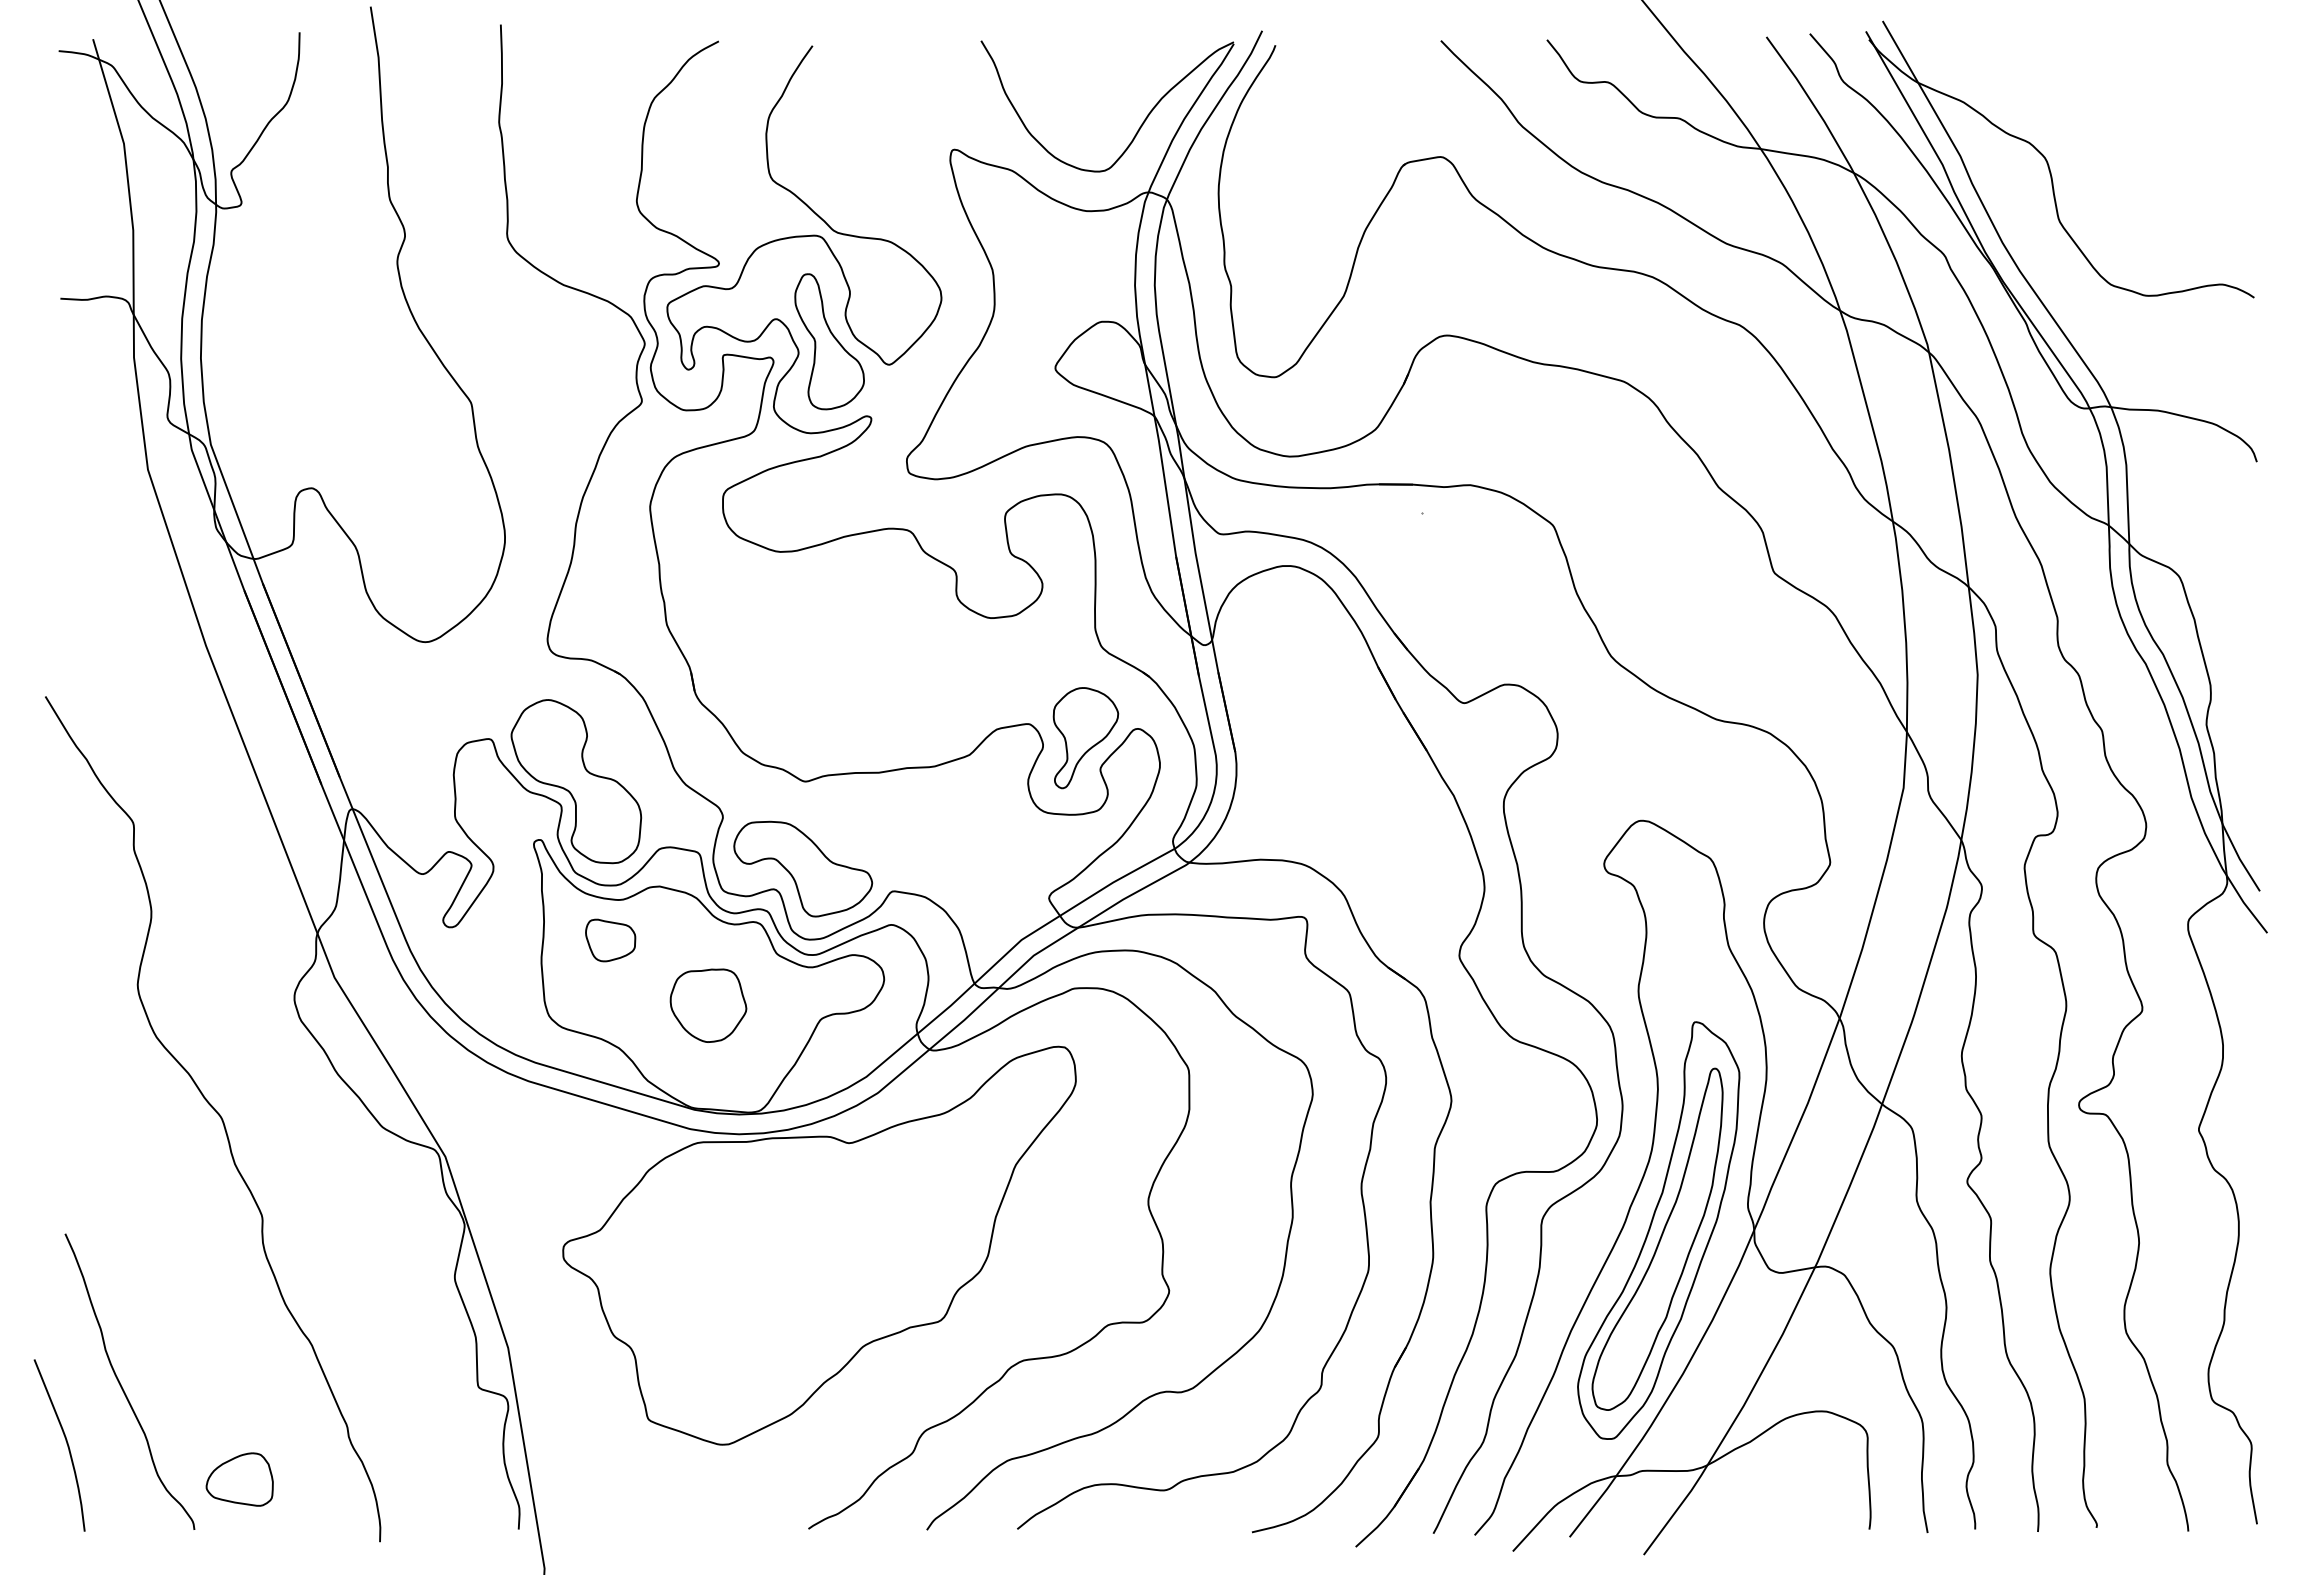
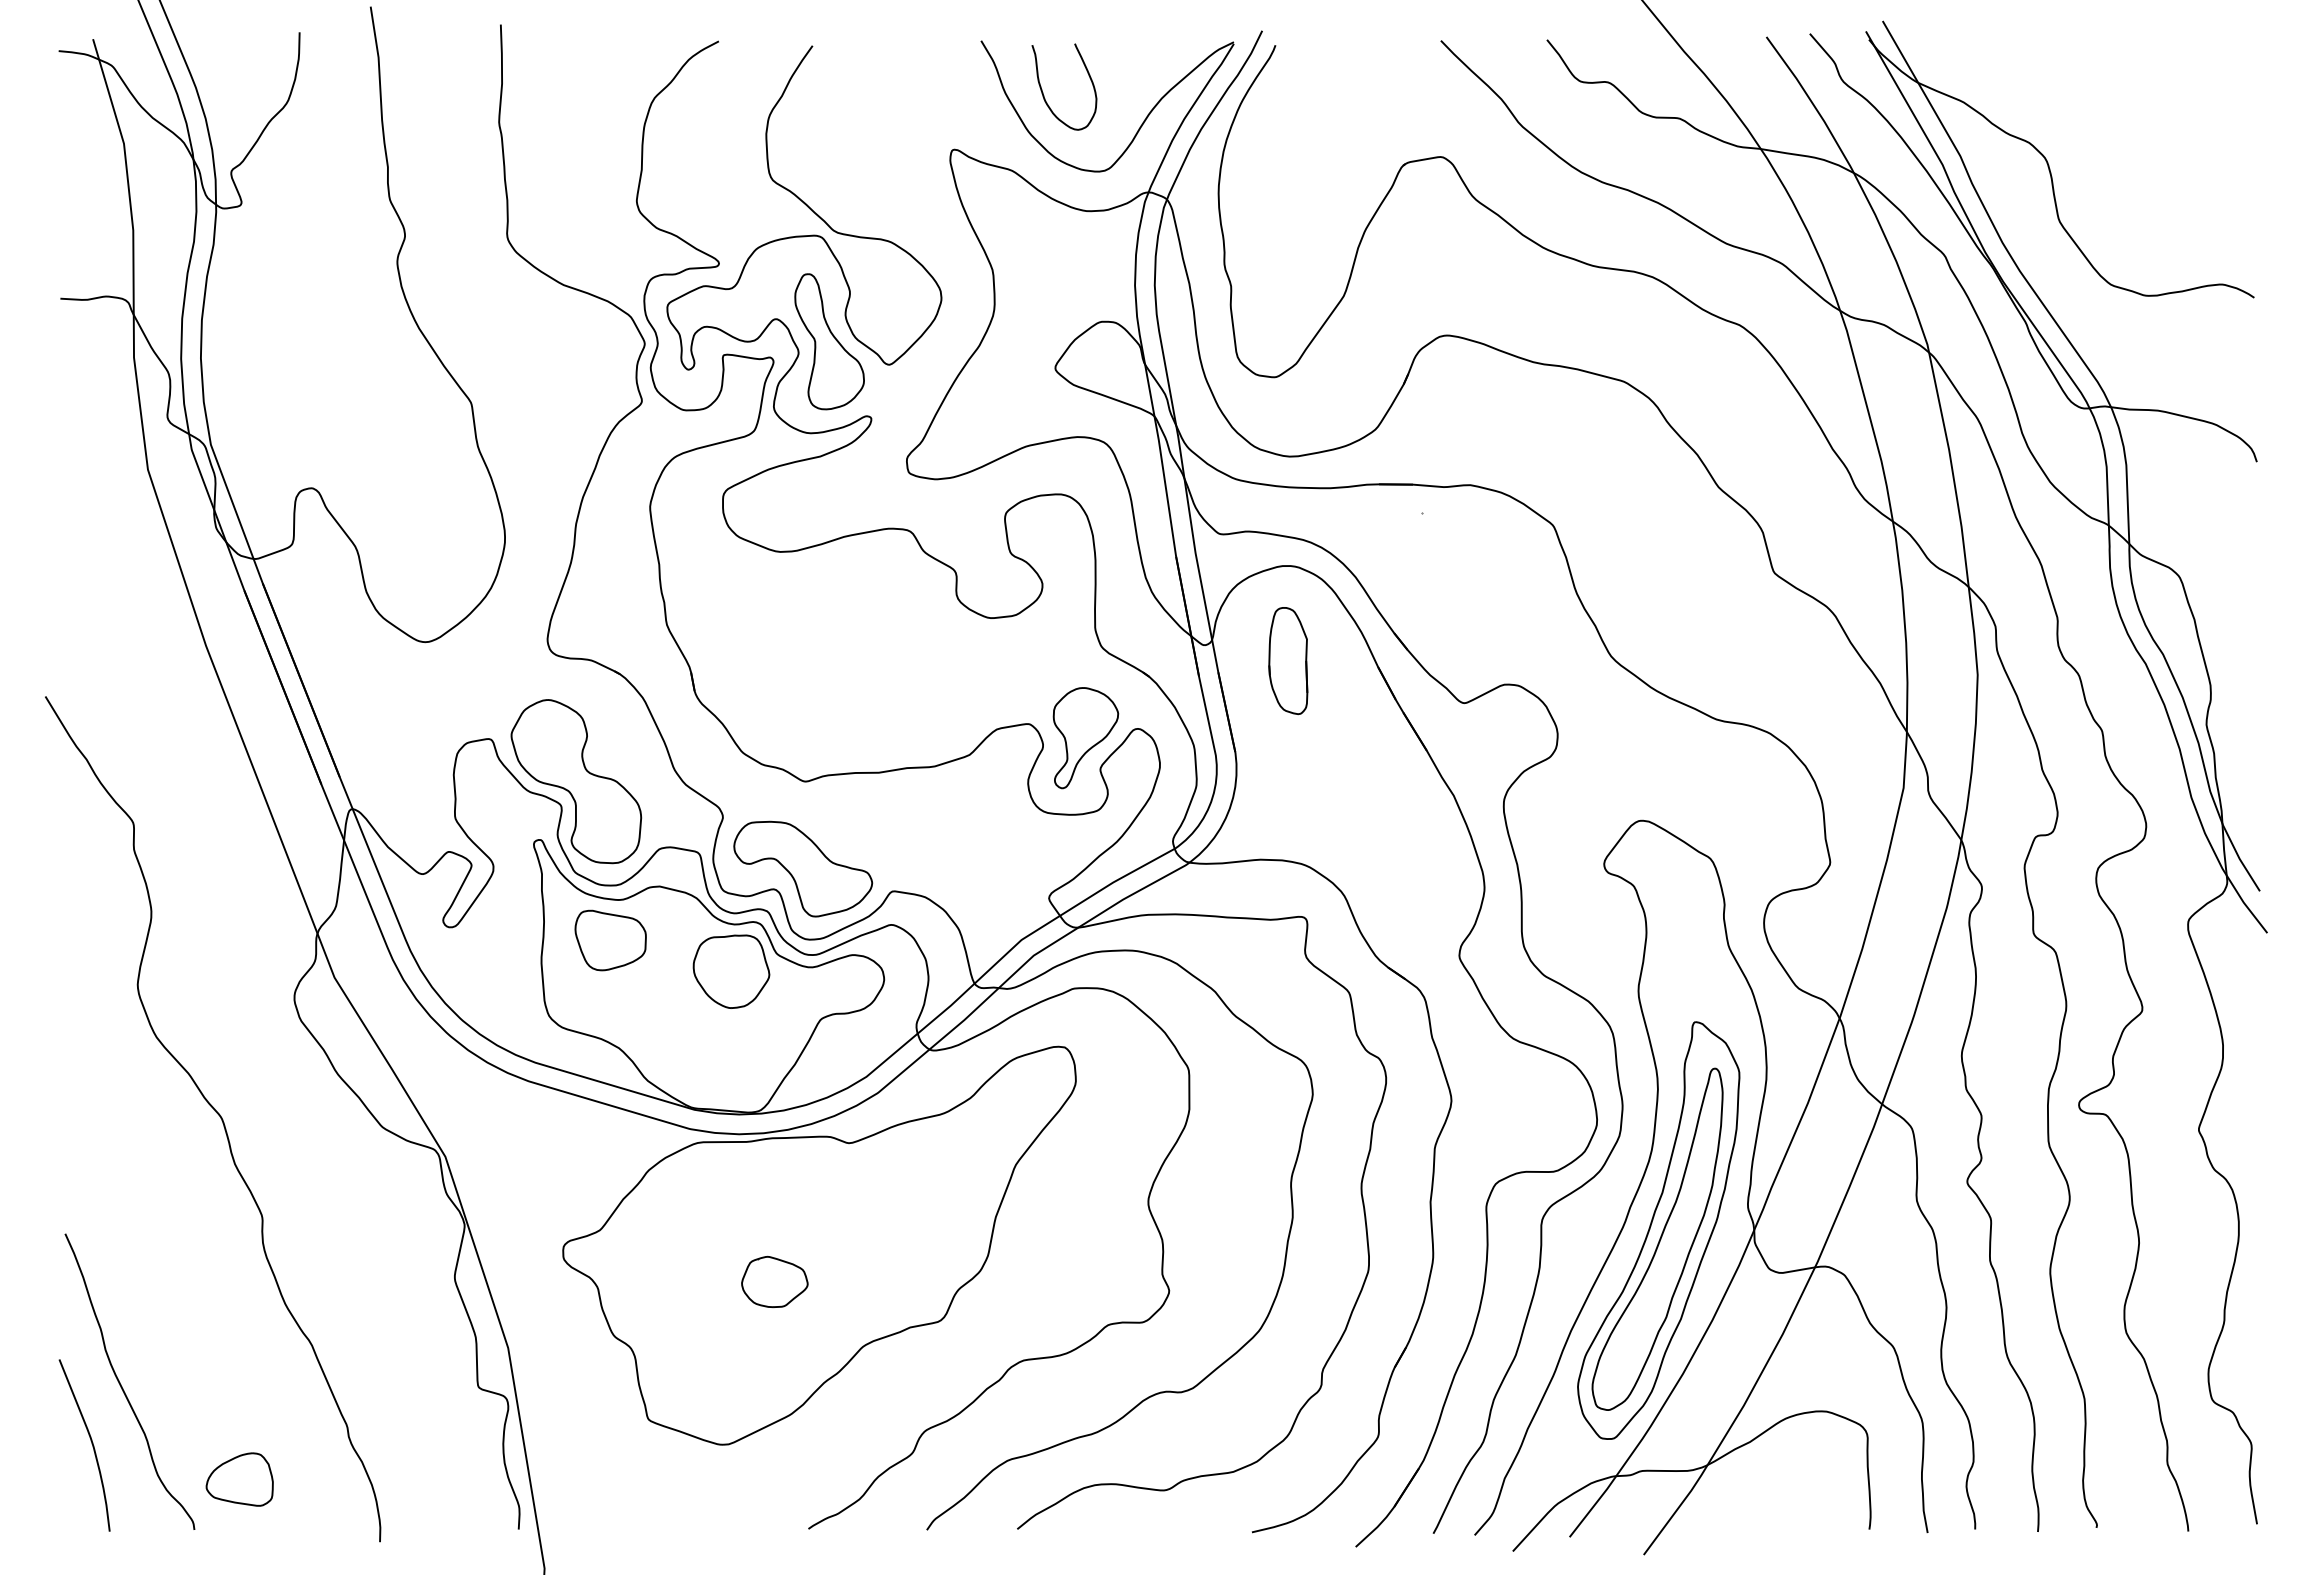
curve at (1043, 92): none -> present
part at (1288, 661): none -> present
part at (610, 940) size: 52x45 px -> 73x63 px
part at (708, 1005) position: (708, 1005) -> (731, 971)
part at (774, 1281): none -> present
curve at (66, 1444) position: (66, 1444) -> (91, 1444)
